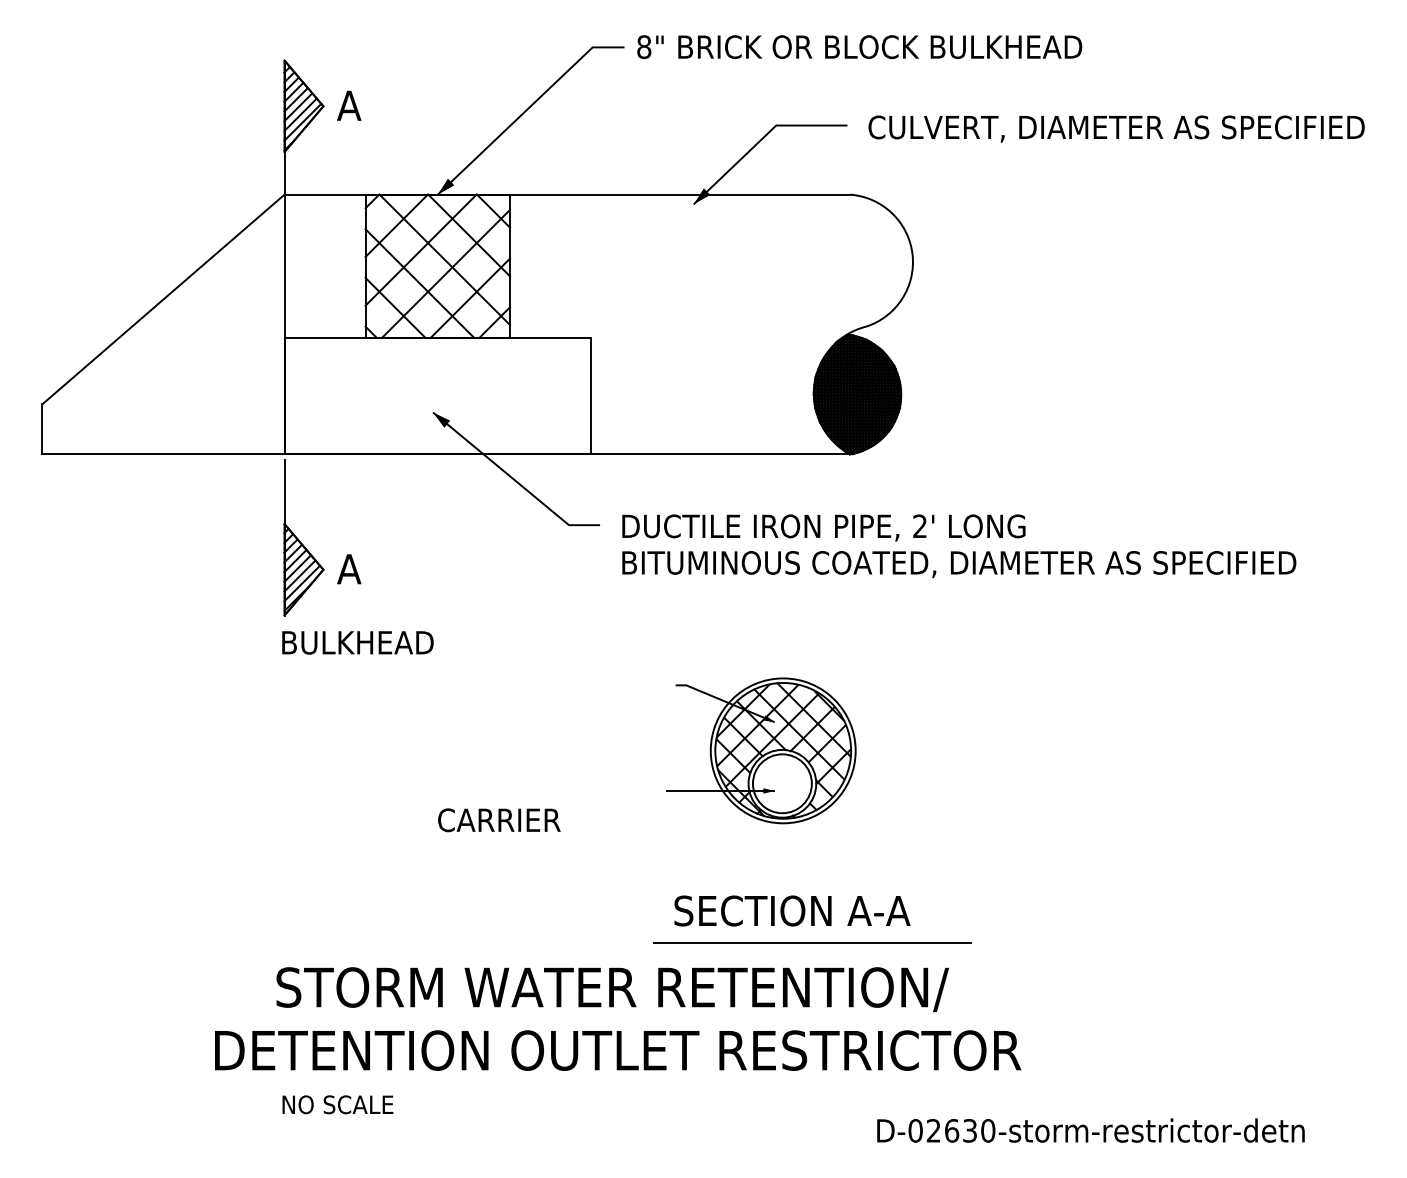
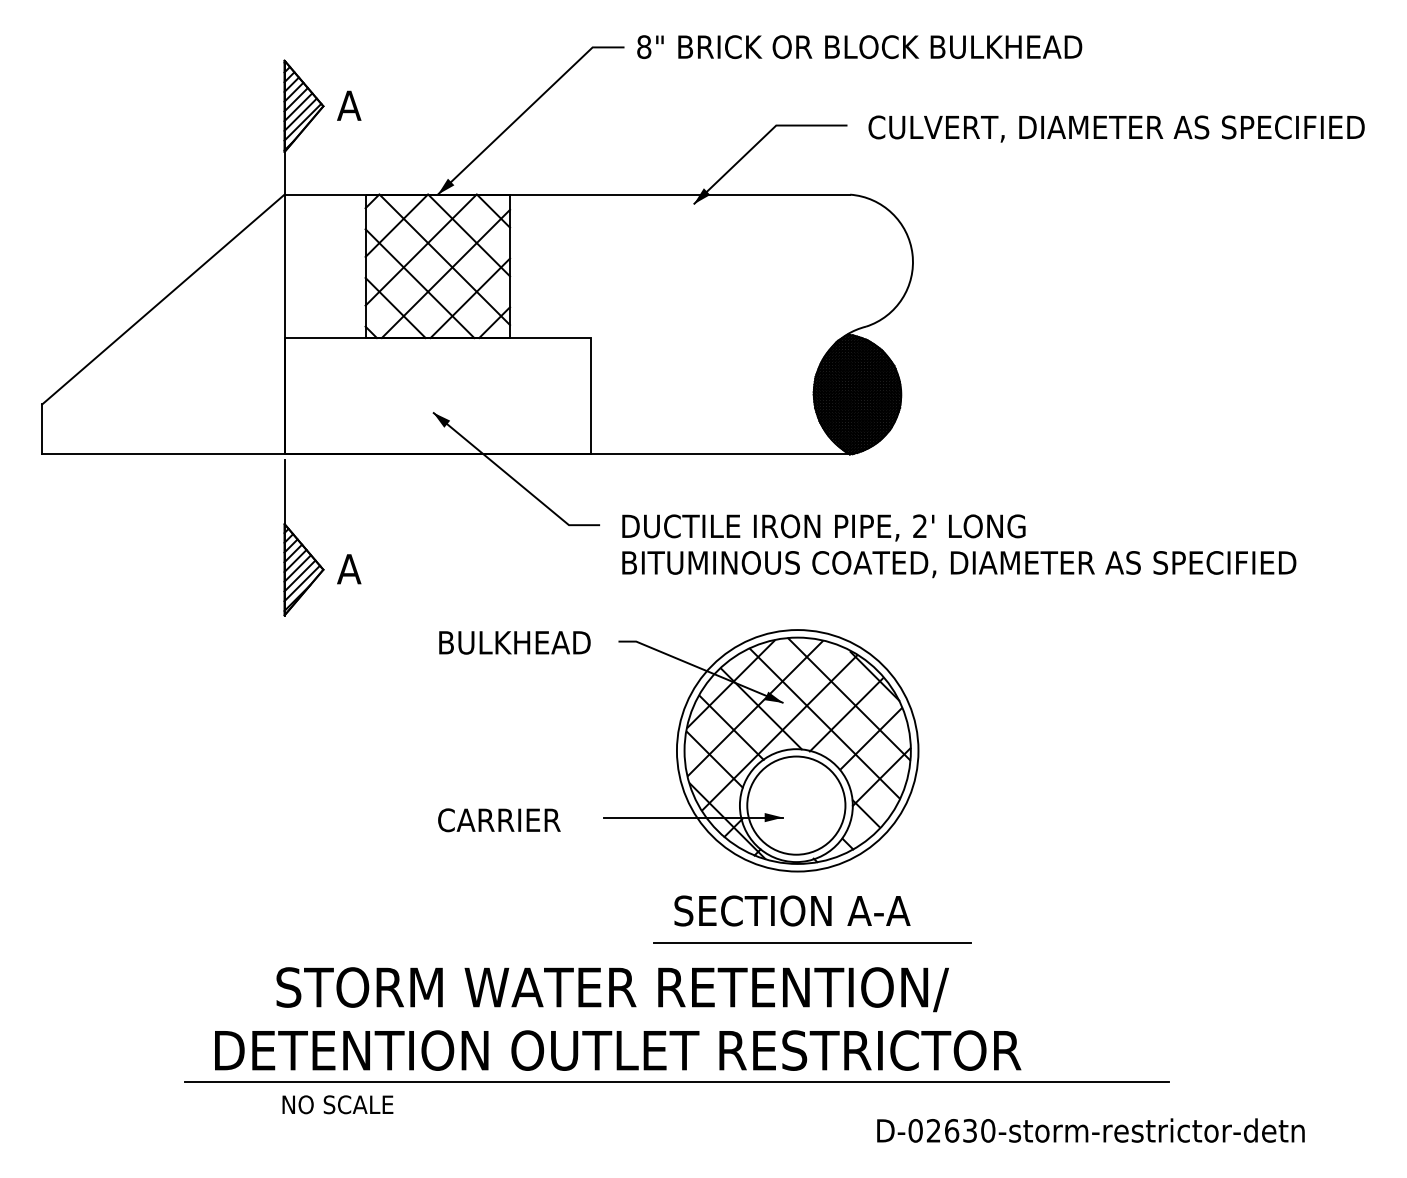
text at (357, 642) position: (357, 642) -> (514, 642)
part at (761, 750) size: 191x148 px -> 317x244 px
line at (676, 1082): none -> present
